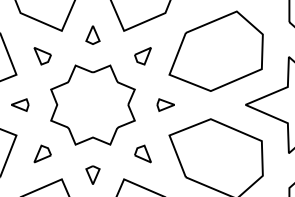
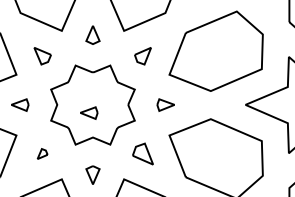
part at (89, 112): none -> present
part at (42, 153) size: 19x20 px -> 13x12 px
part at (142, 153) size: 18x20 px -> 22x24 px
